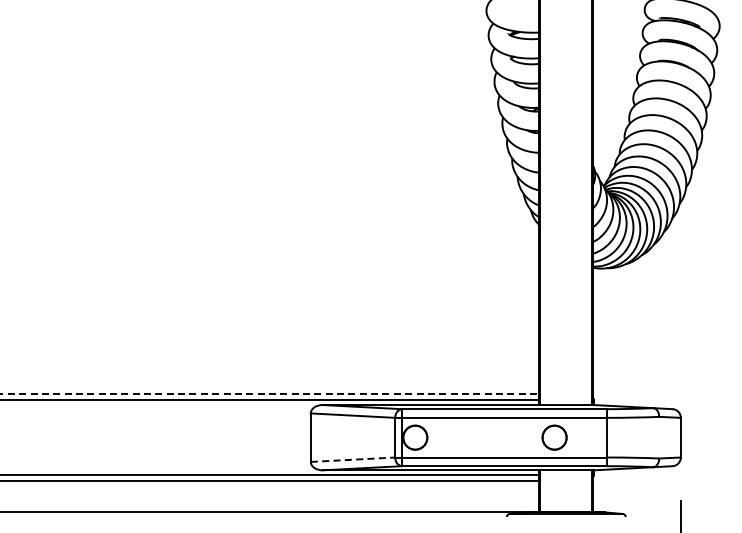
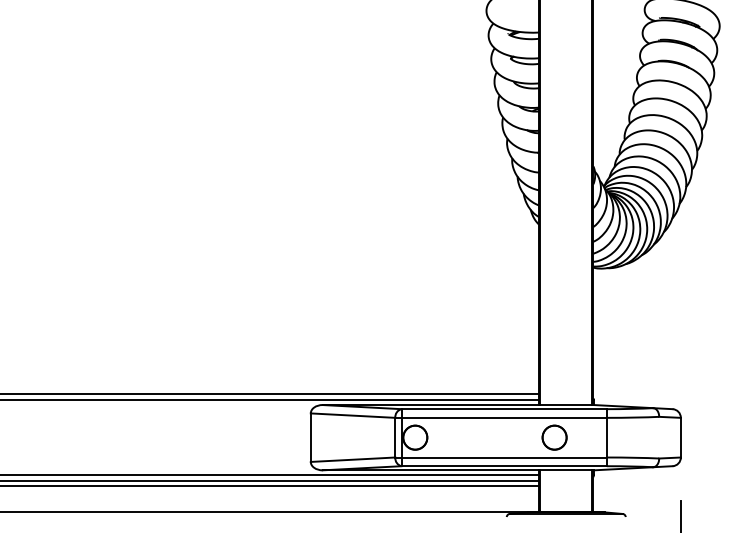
line at (270, 394): dashed -> solid
line at (353, 459): dashed -> solid
line at (270, 485): none -> present
